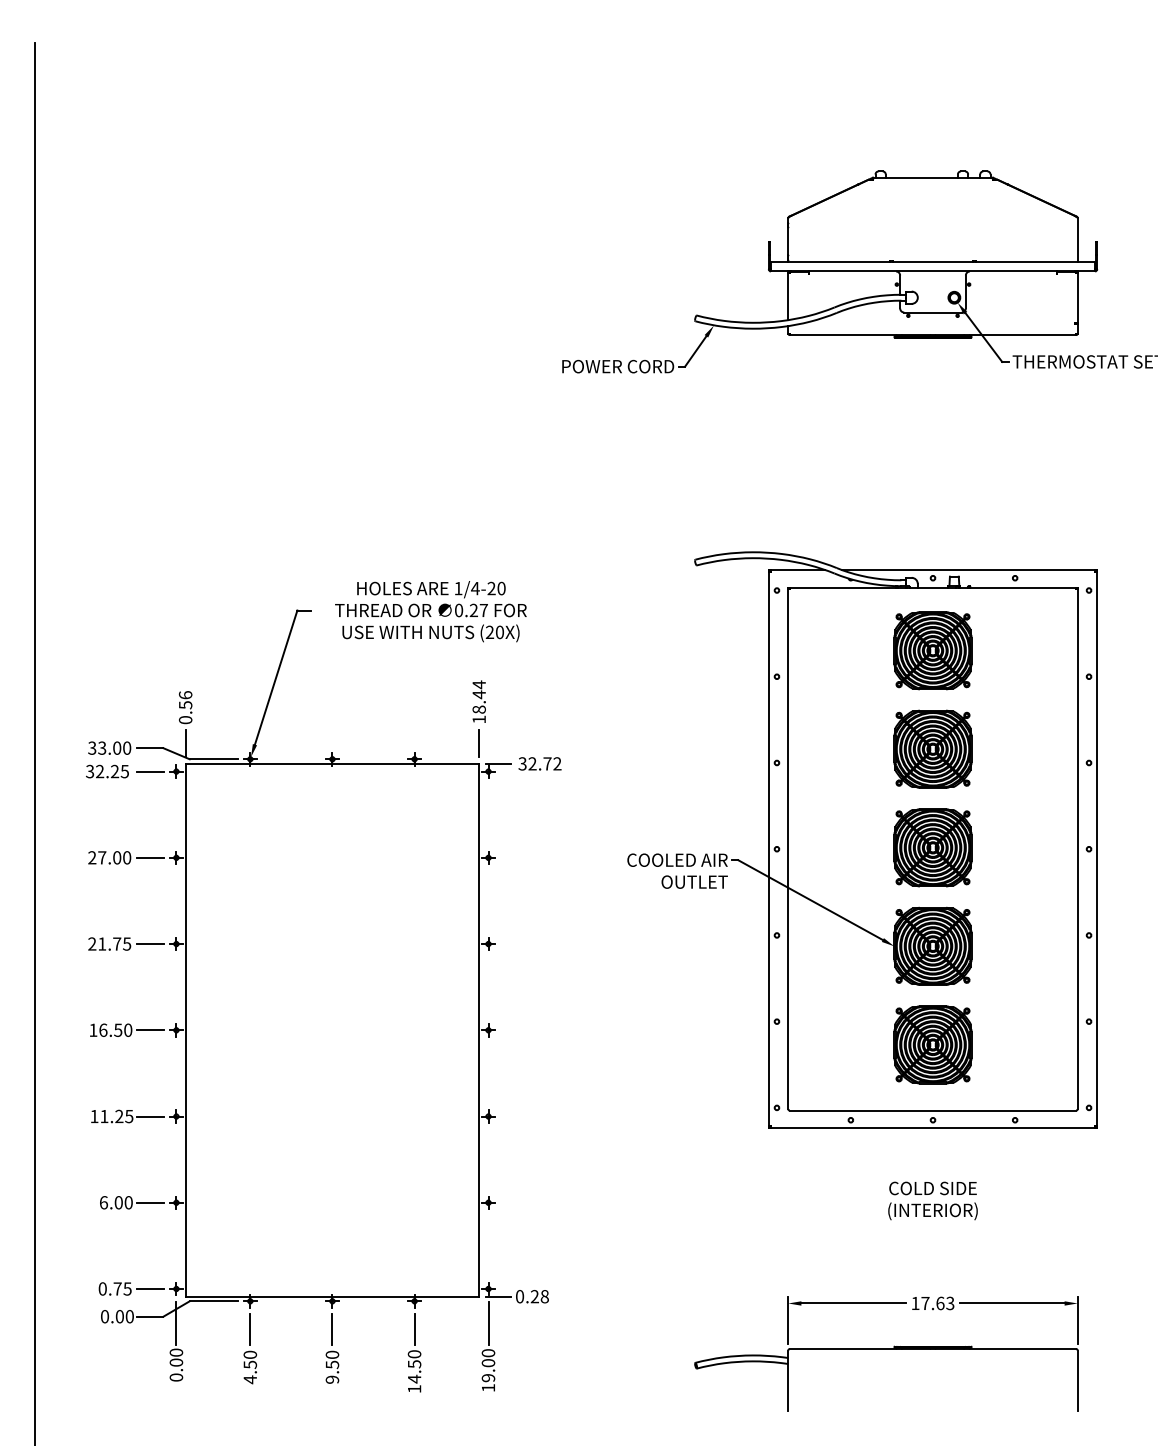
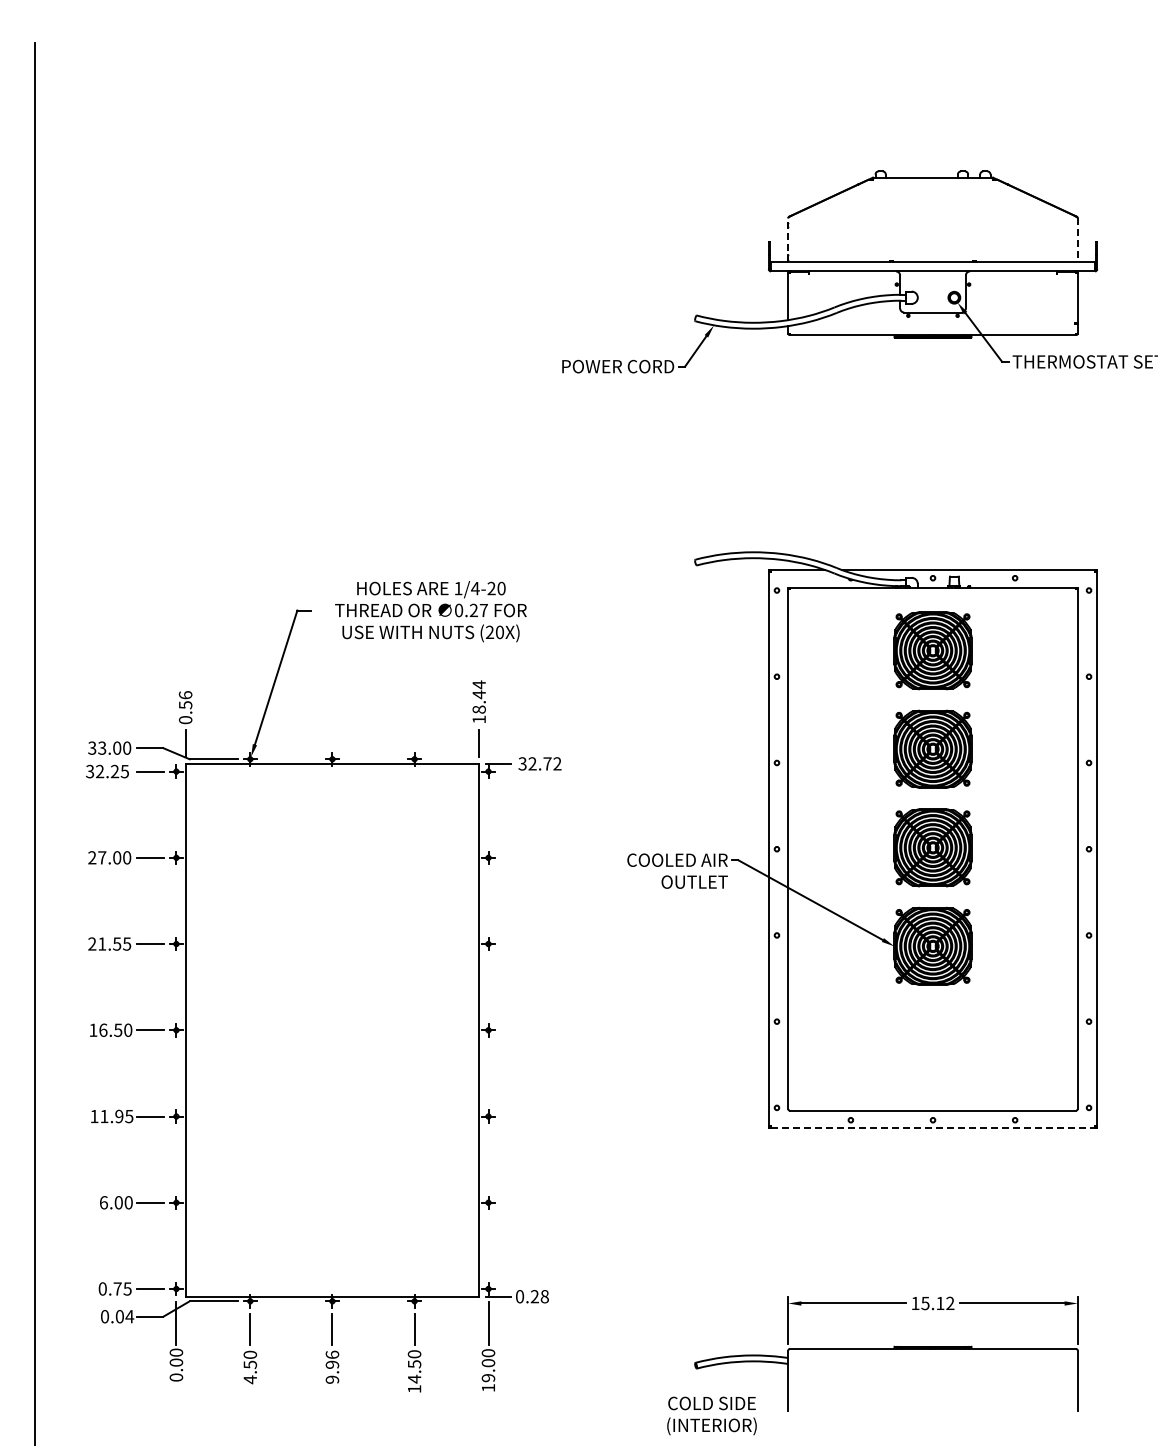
line at (788, 240): solid -> dashed
line at (1077, 240): solid -> dashed
text at (117, 943): 21.75 -> 21.55
part at (932, 1044): present -> none
text at (119, 1116): 11.25 -> 11.95
line at (933, 1128): solid -> dashed
text at (932, 1200) position: (932, 1200) -> (711, 1415)
text at (937, 1303): 17.63 -> 15.12
text at (129, 1316): 0.00 -> 0.04
text at (332, 1359): 9.50 -> 9.96
